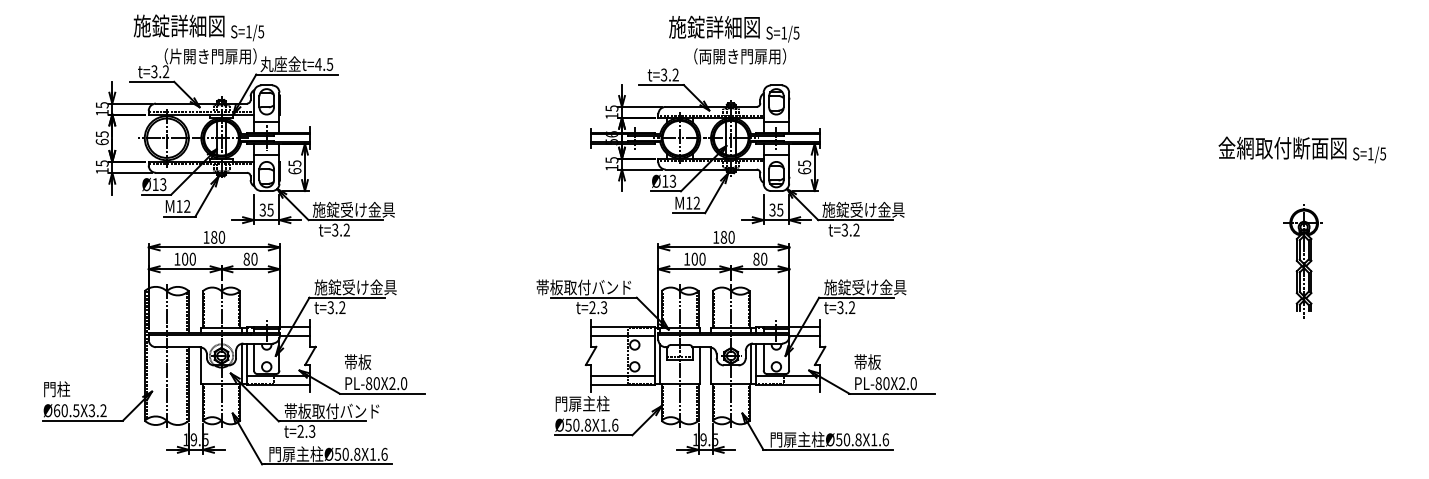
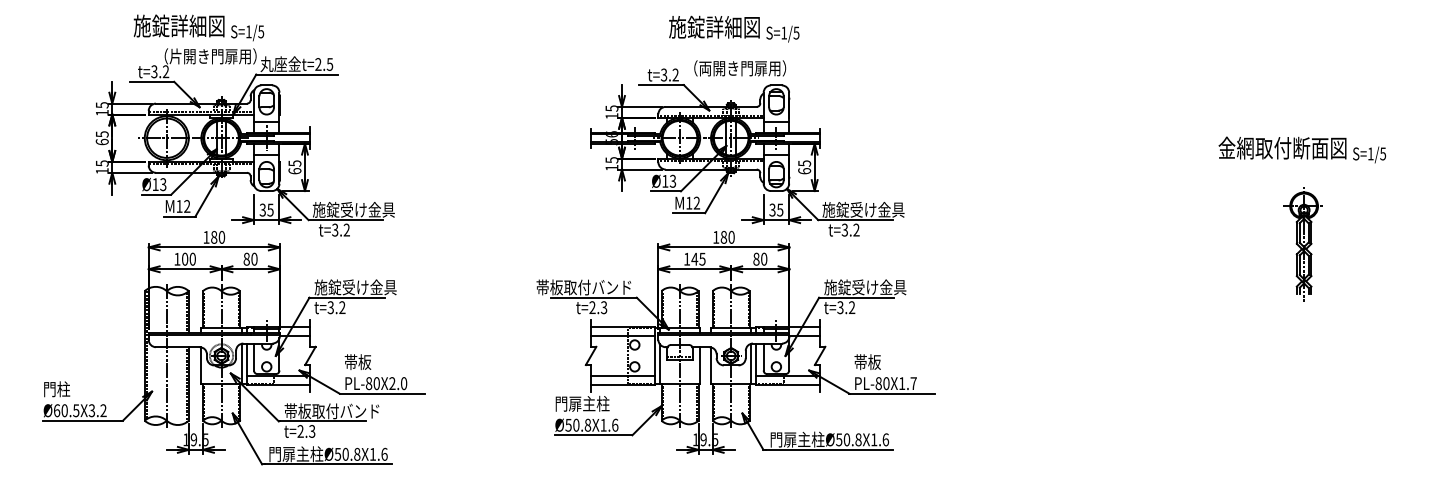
text at (740, 56) position: (740, 56) -> (740, 68)
text at (318, 64): t=4.5 -> t=2.5
text at (698, 258): 100 -> 145
part at (1302, 261) position: (1302, 261) -> (1302, 244)
text at (907, 383): PL-80X2.0 -> PL-80X1.7
